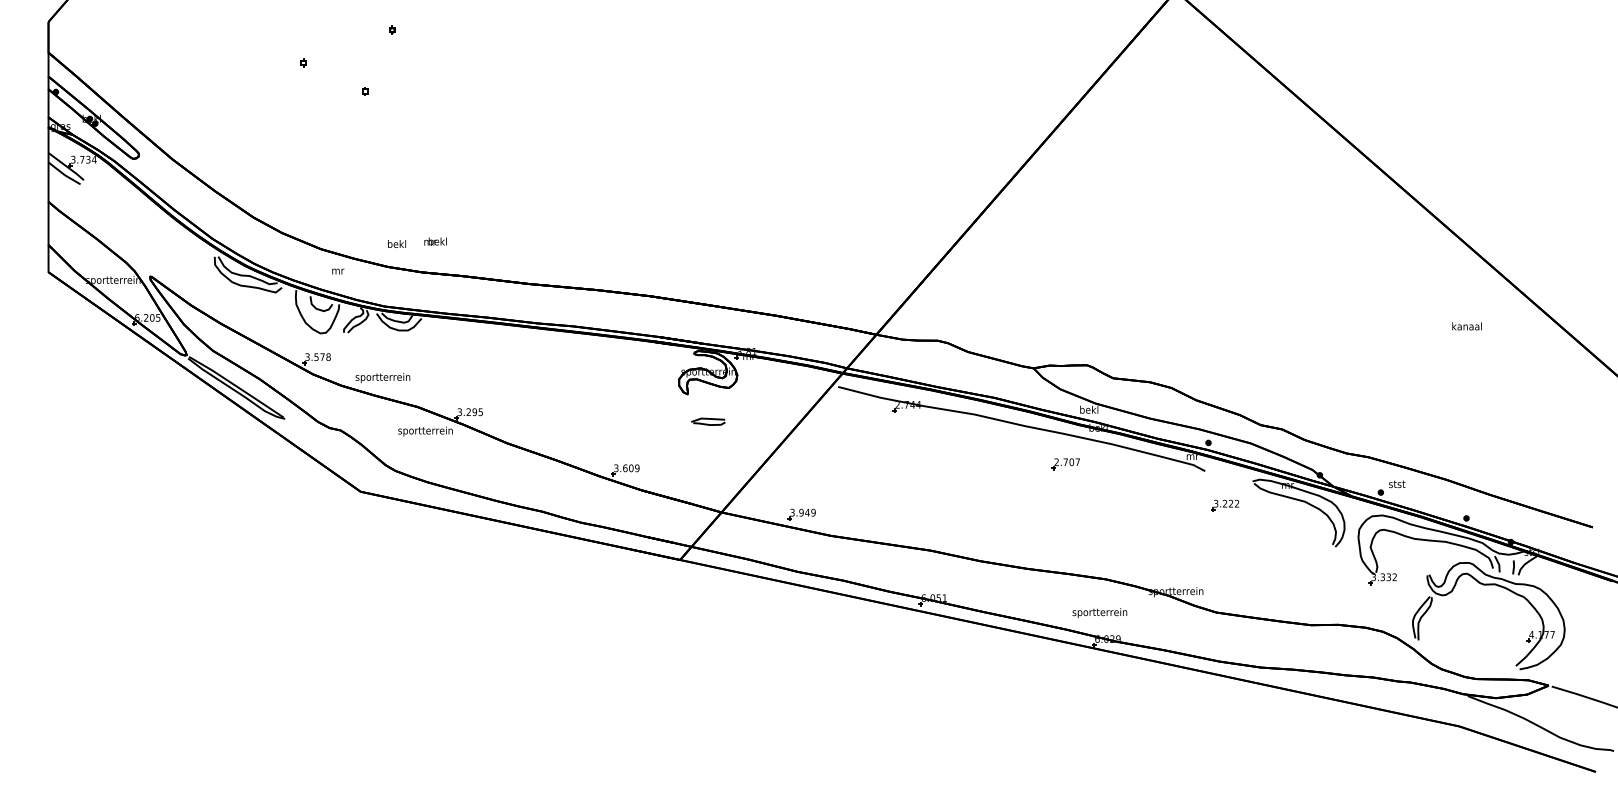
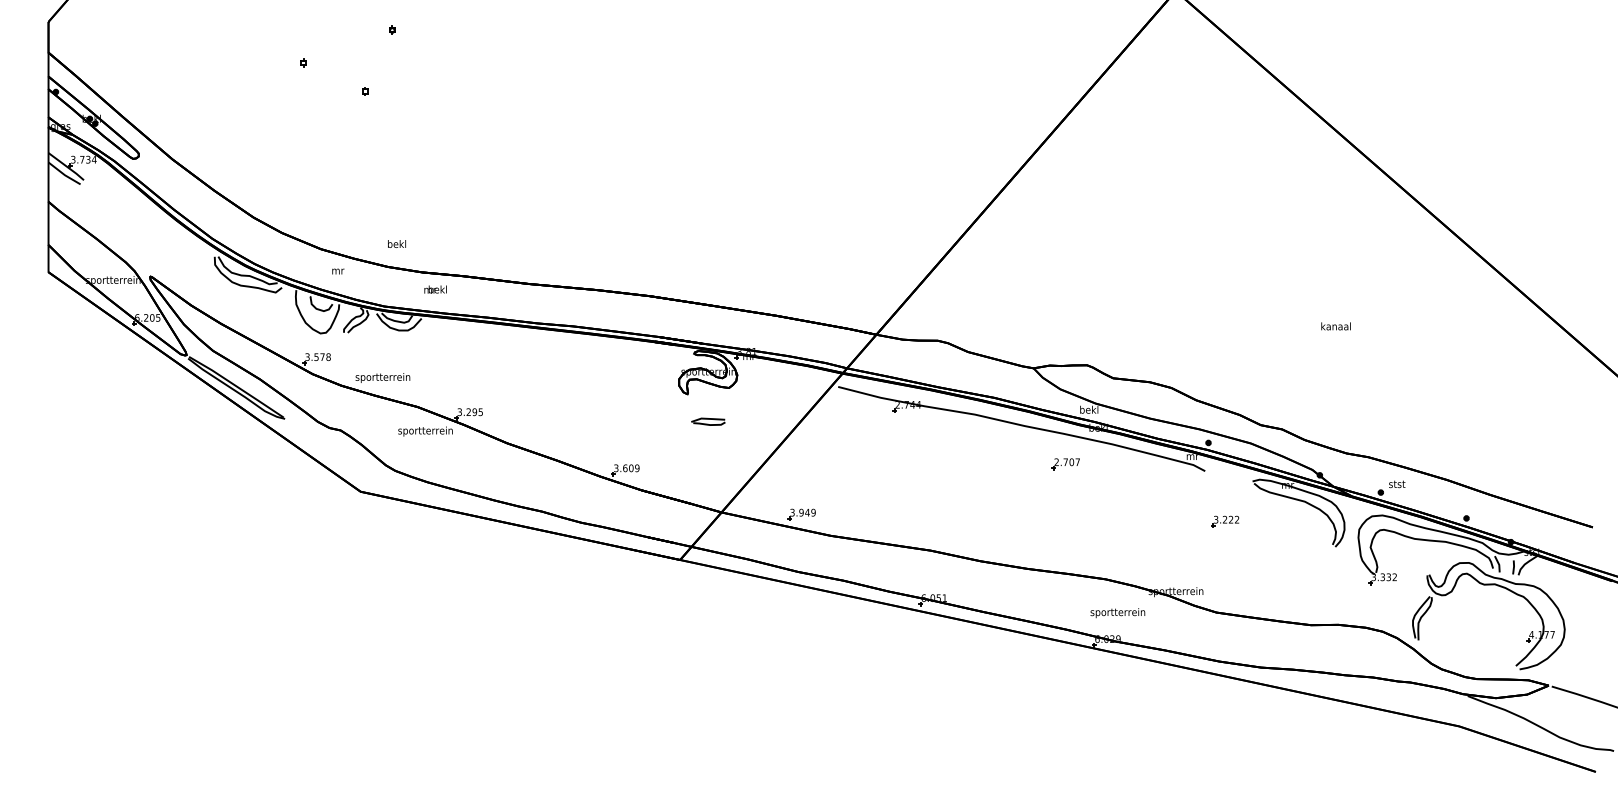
text at (435, 241) position: (435, 241) -> (435, 289)
text at (1466, 326) position: (1466, 326) -> (1335, 326)
part at (1225, 505) position: (1225, 505) -> (1225, 521)
text at (1099, 613) position: (1099, 613) -> (1117, 613)
